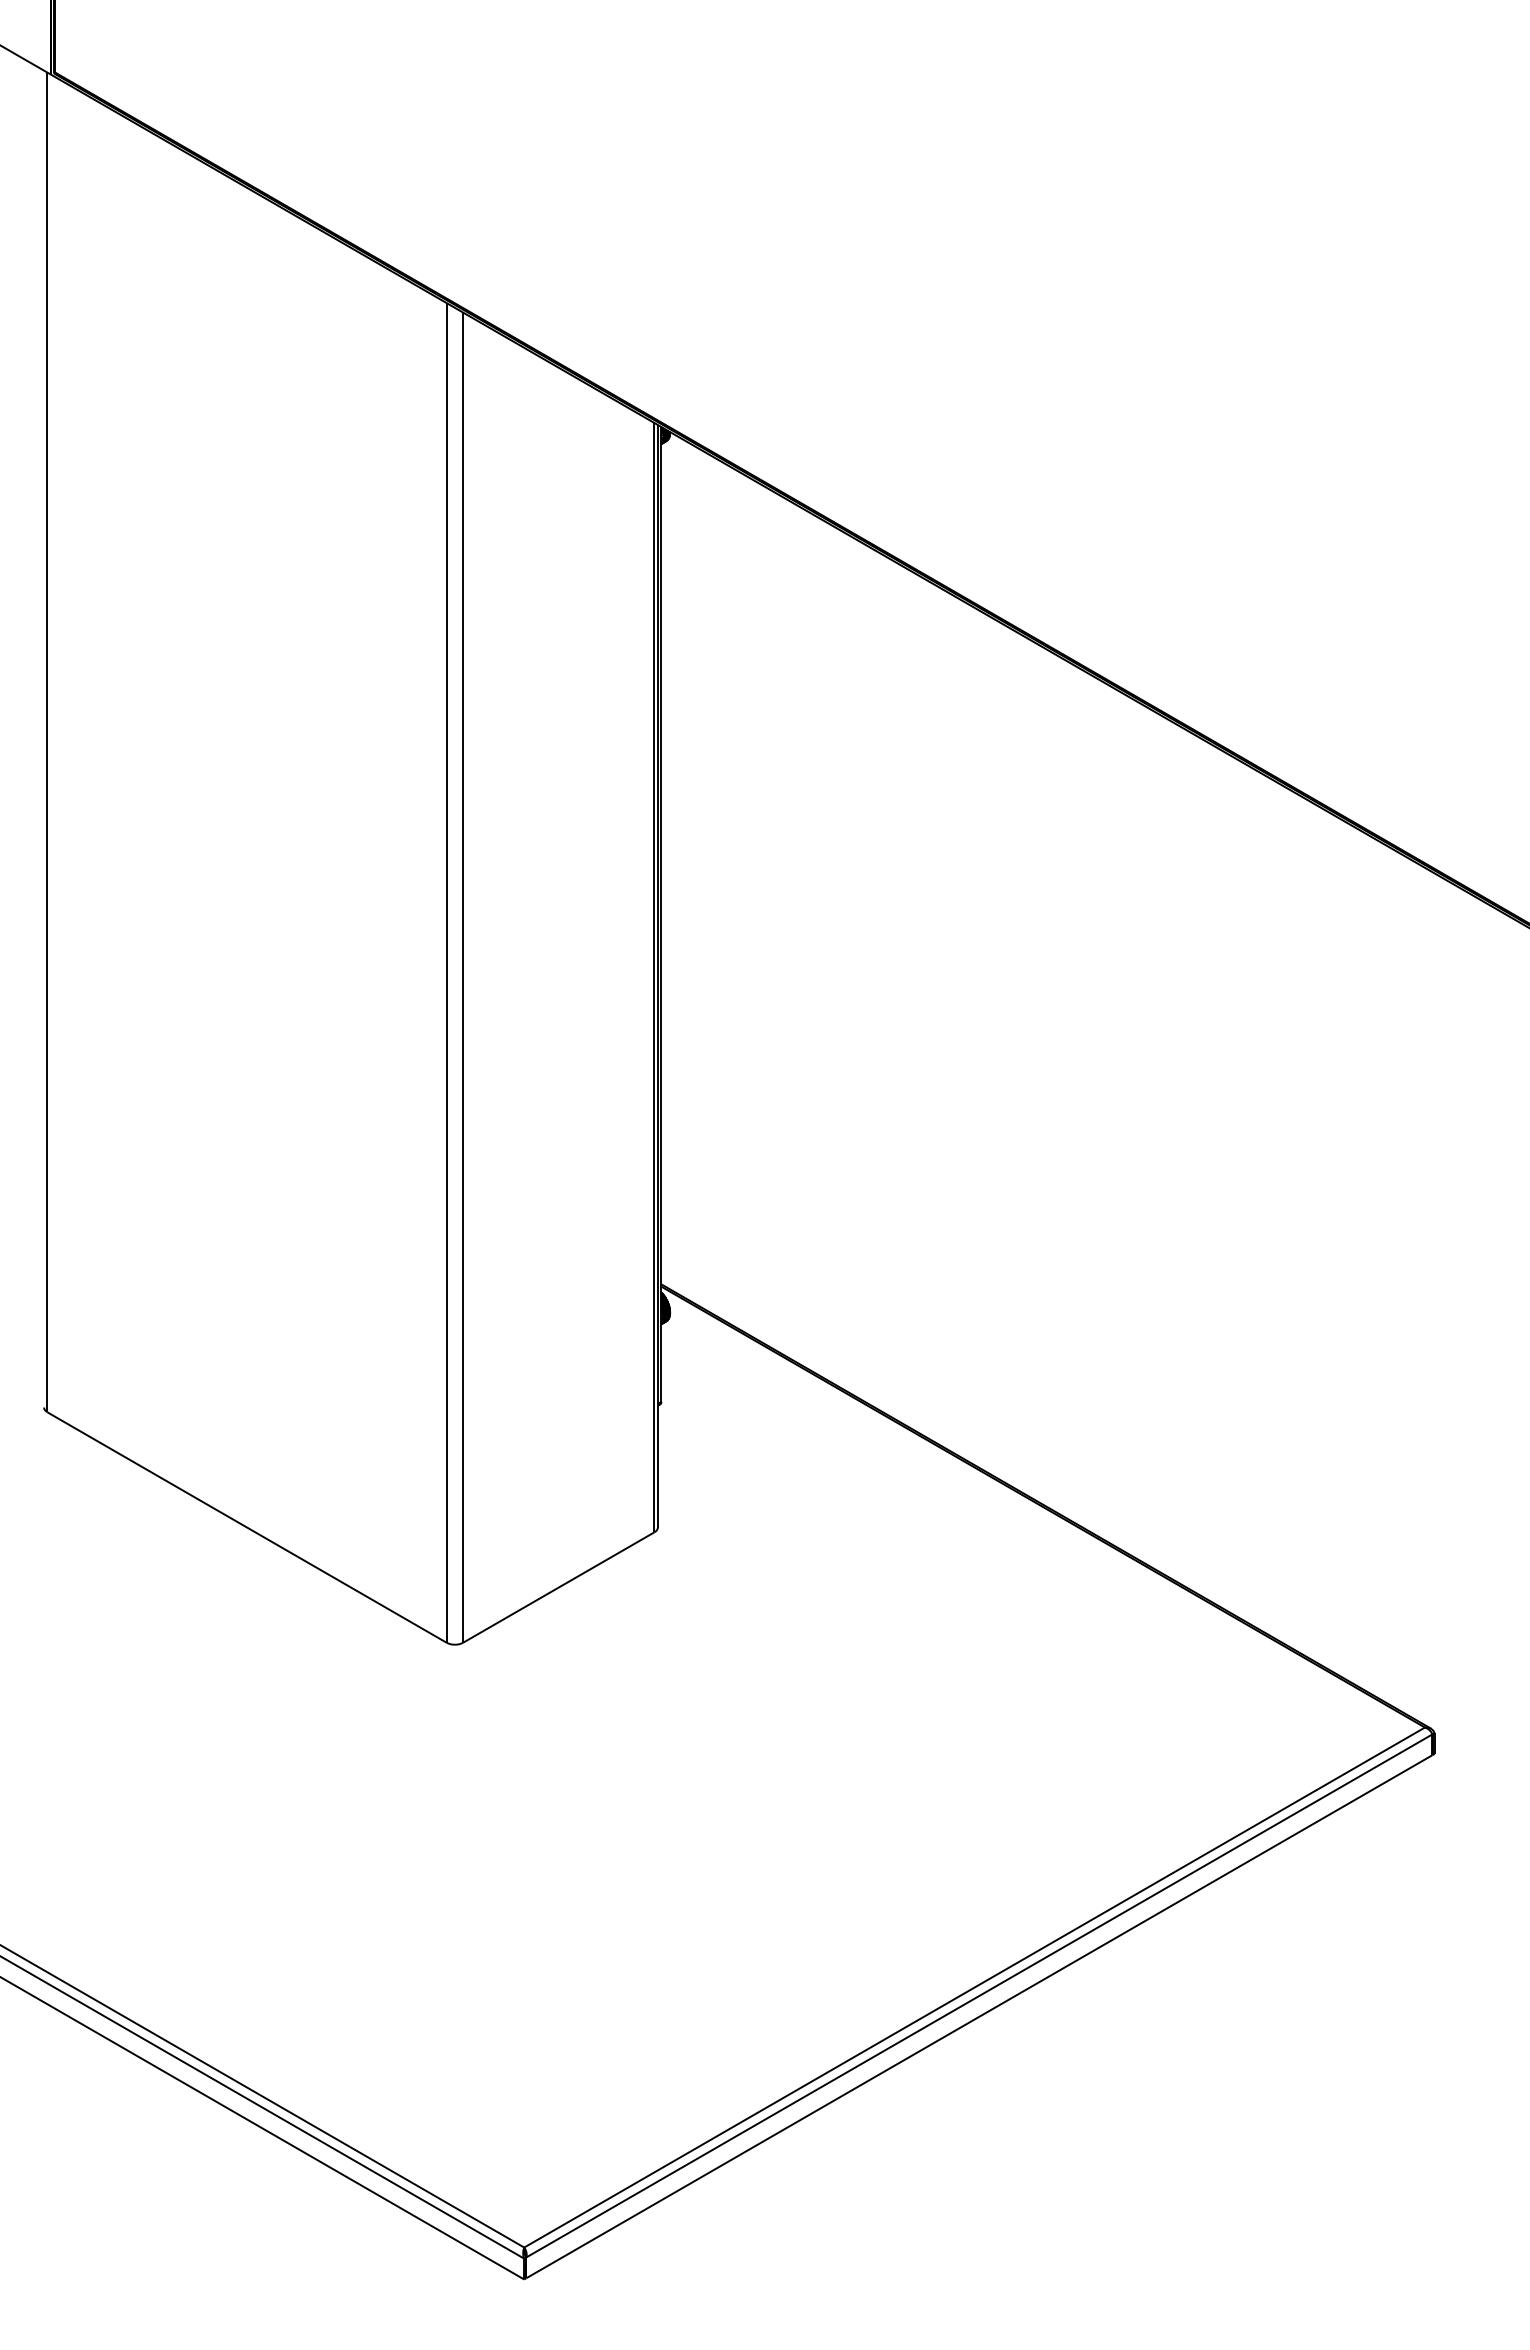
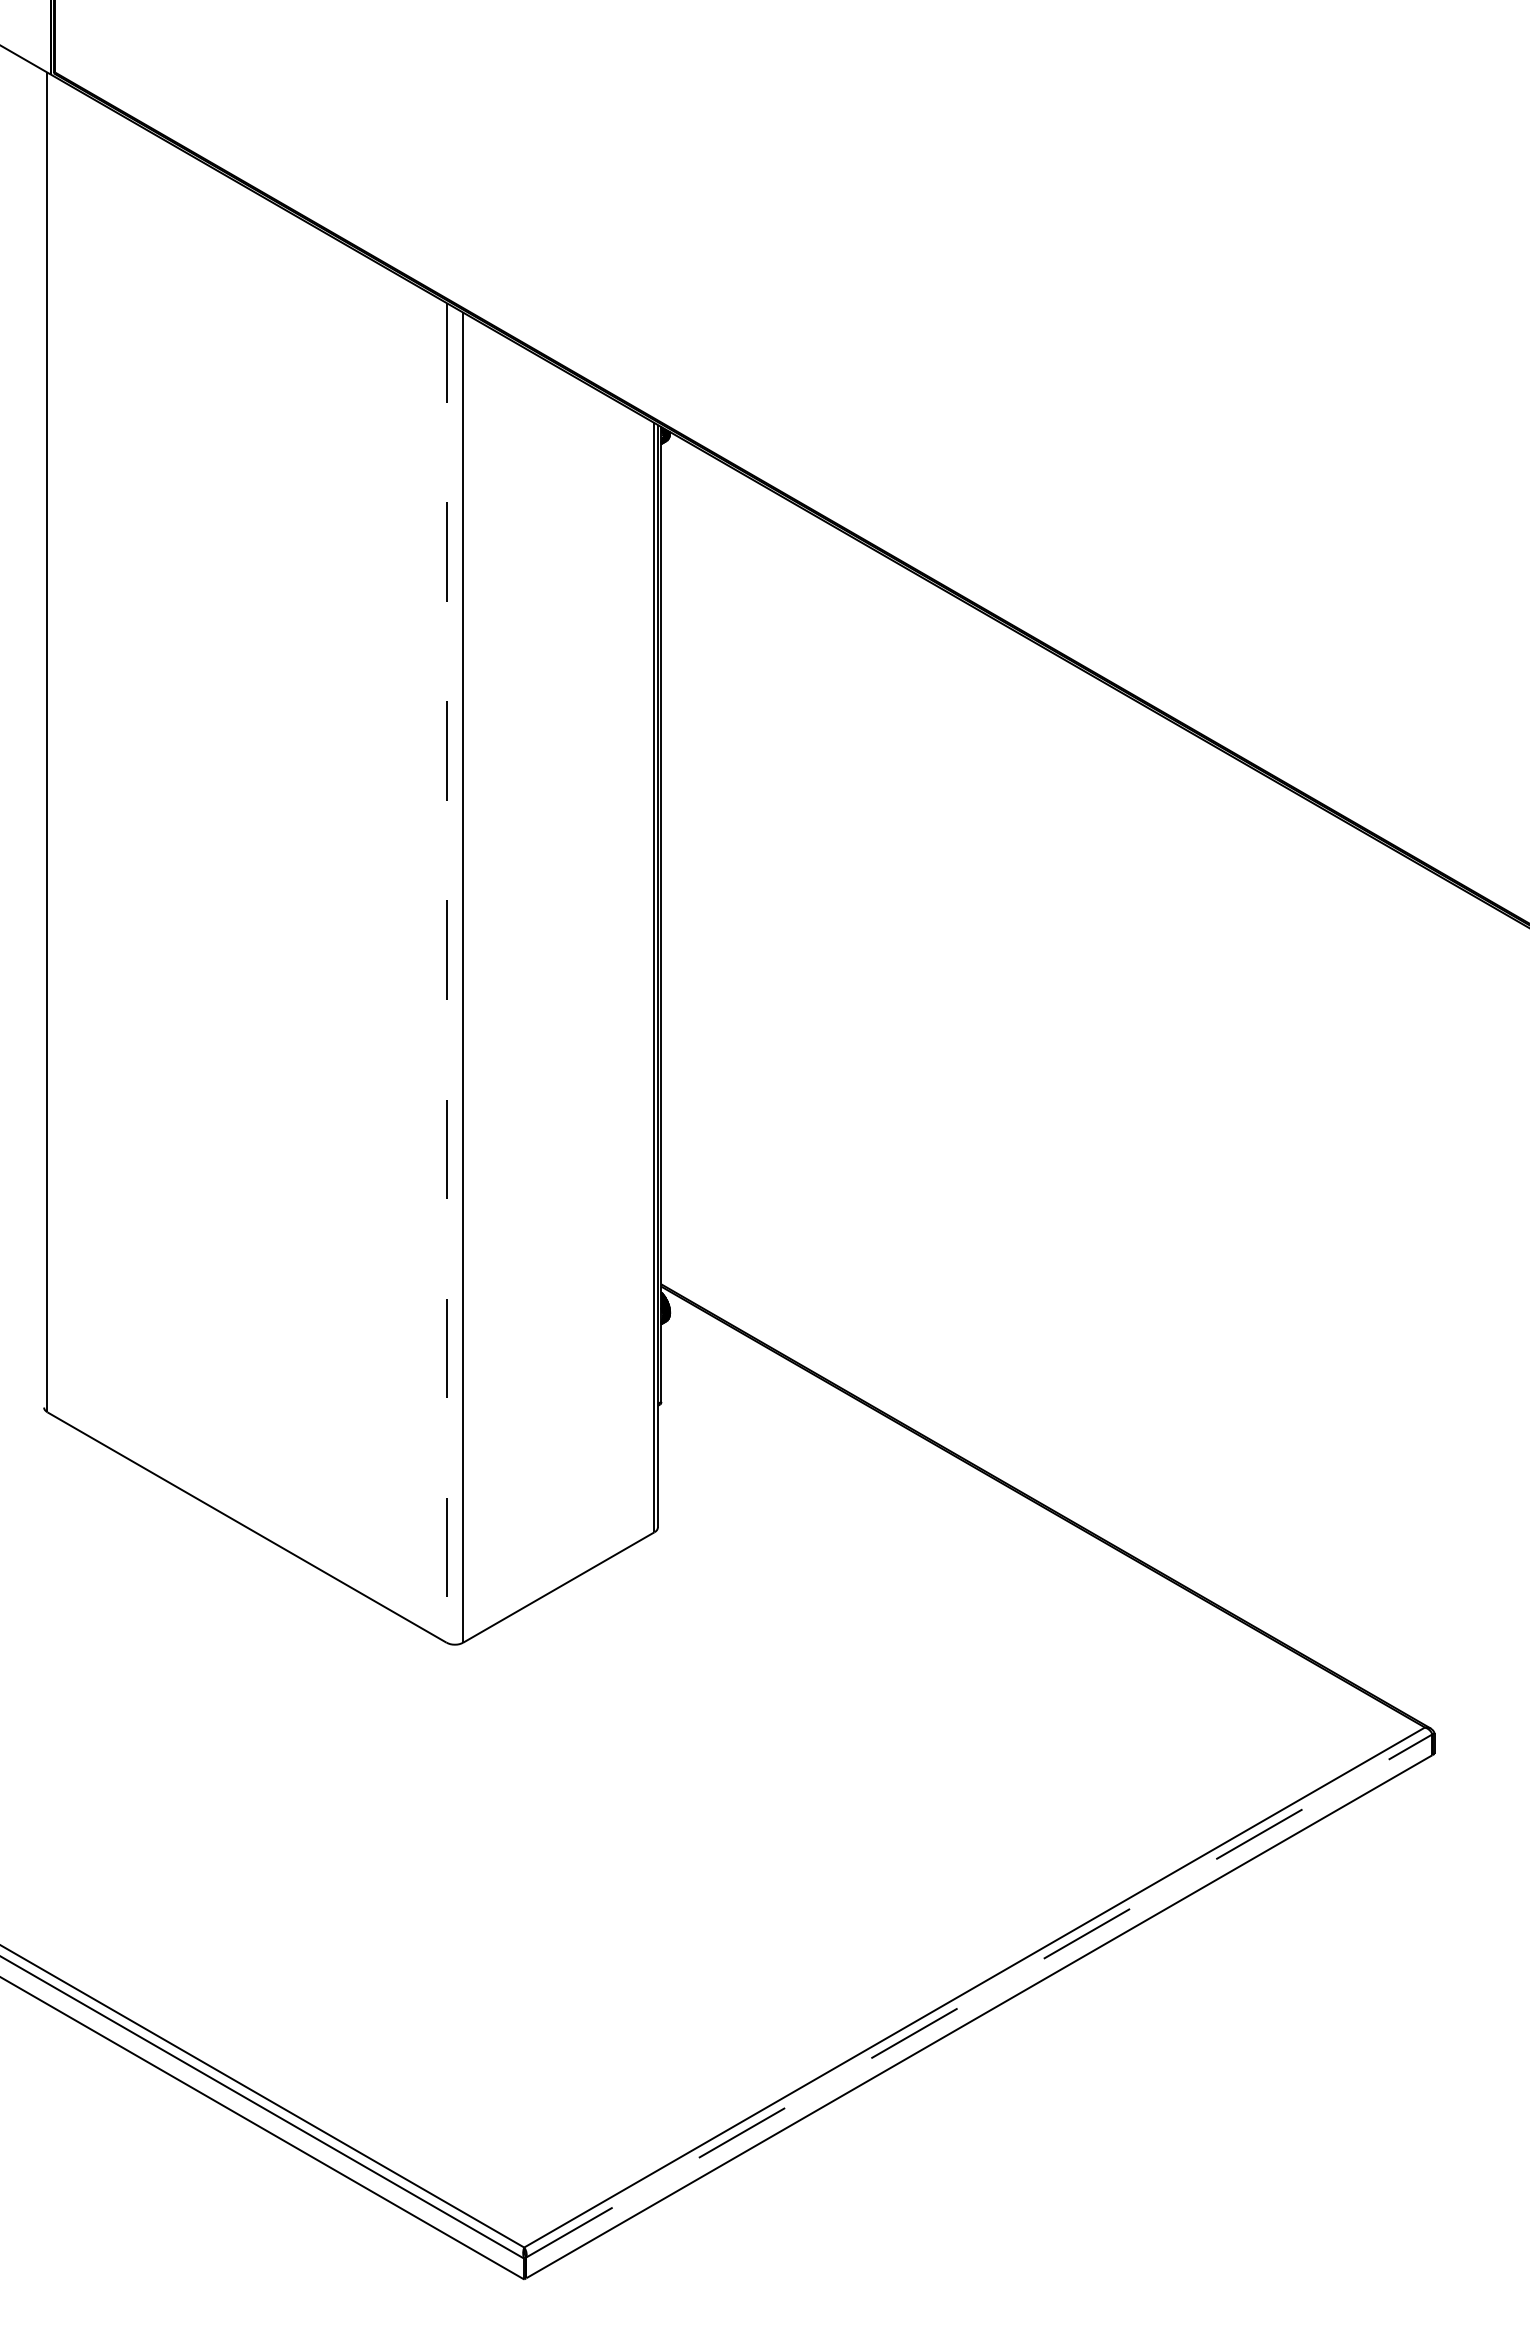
line at (446, 972): solid -> dashed
line at (979, 1995): solid -> dashed
